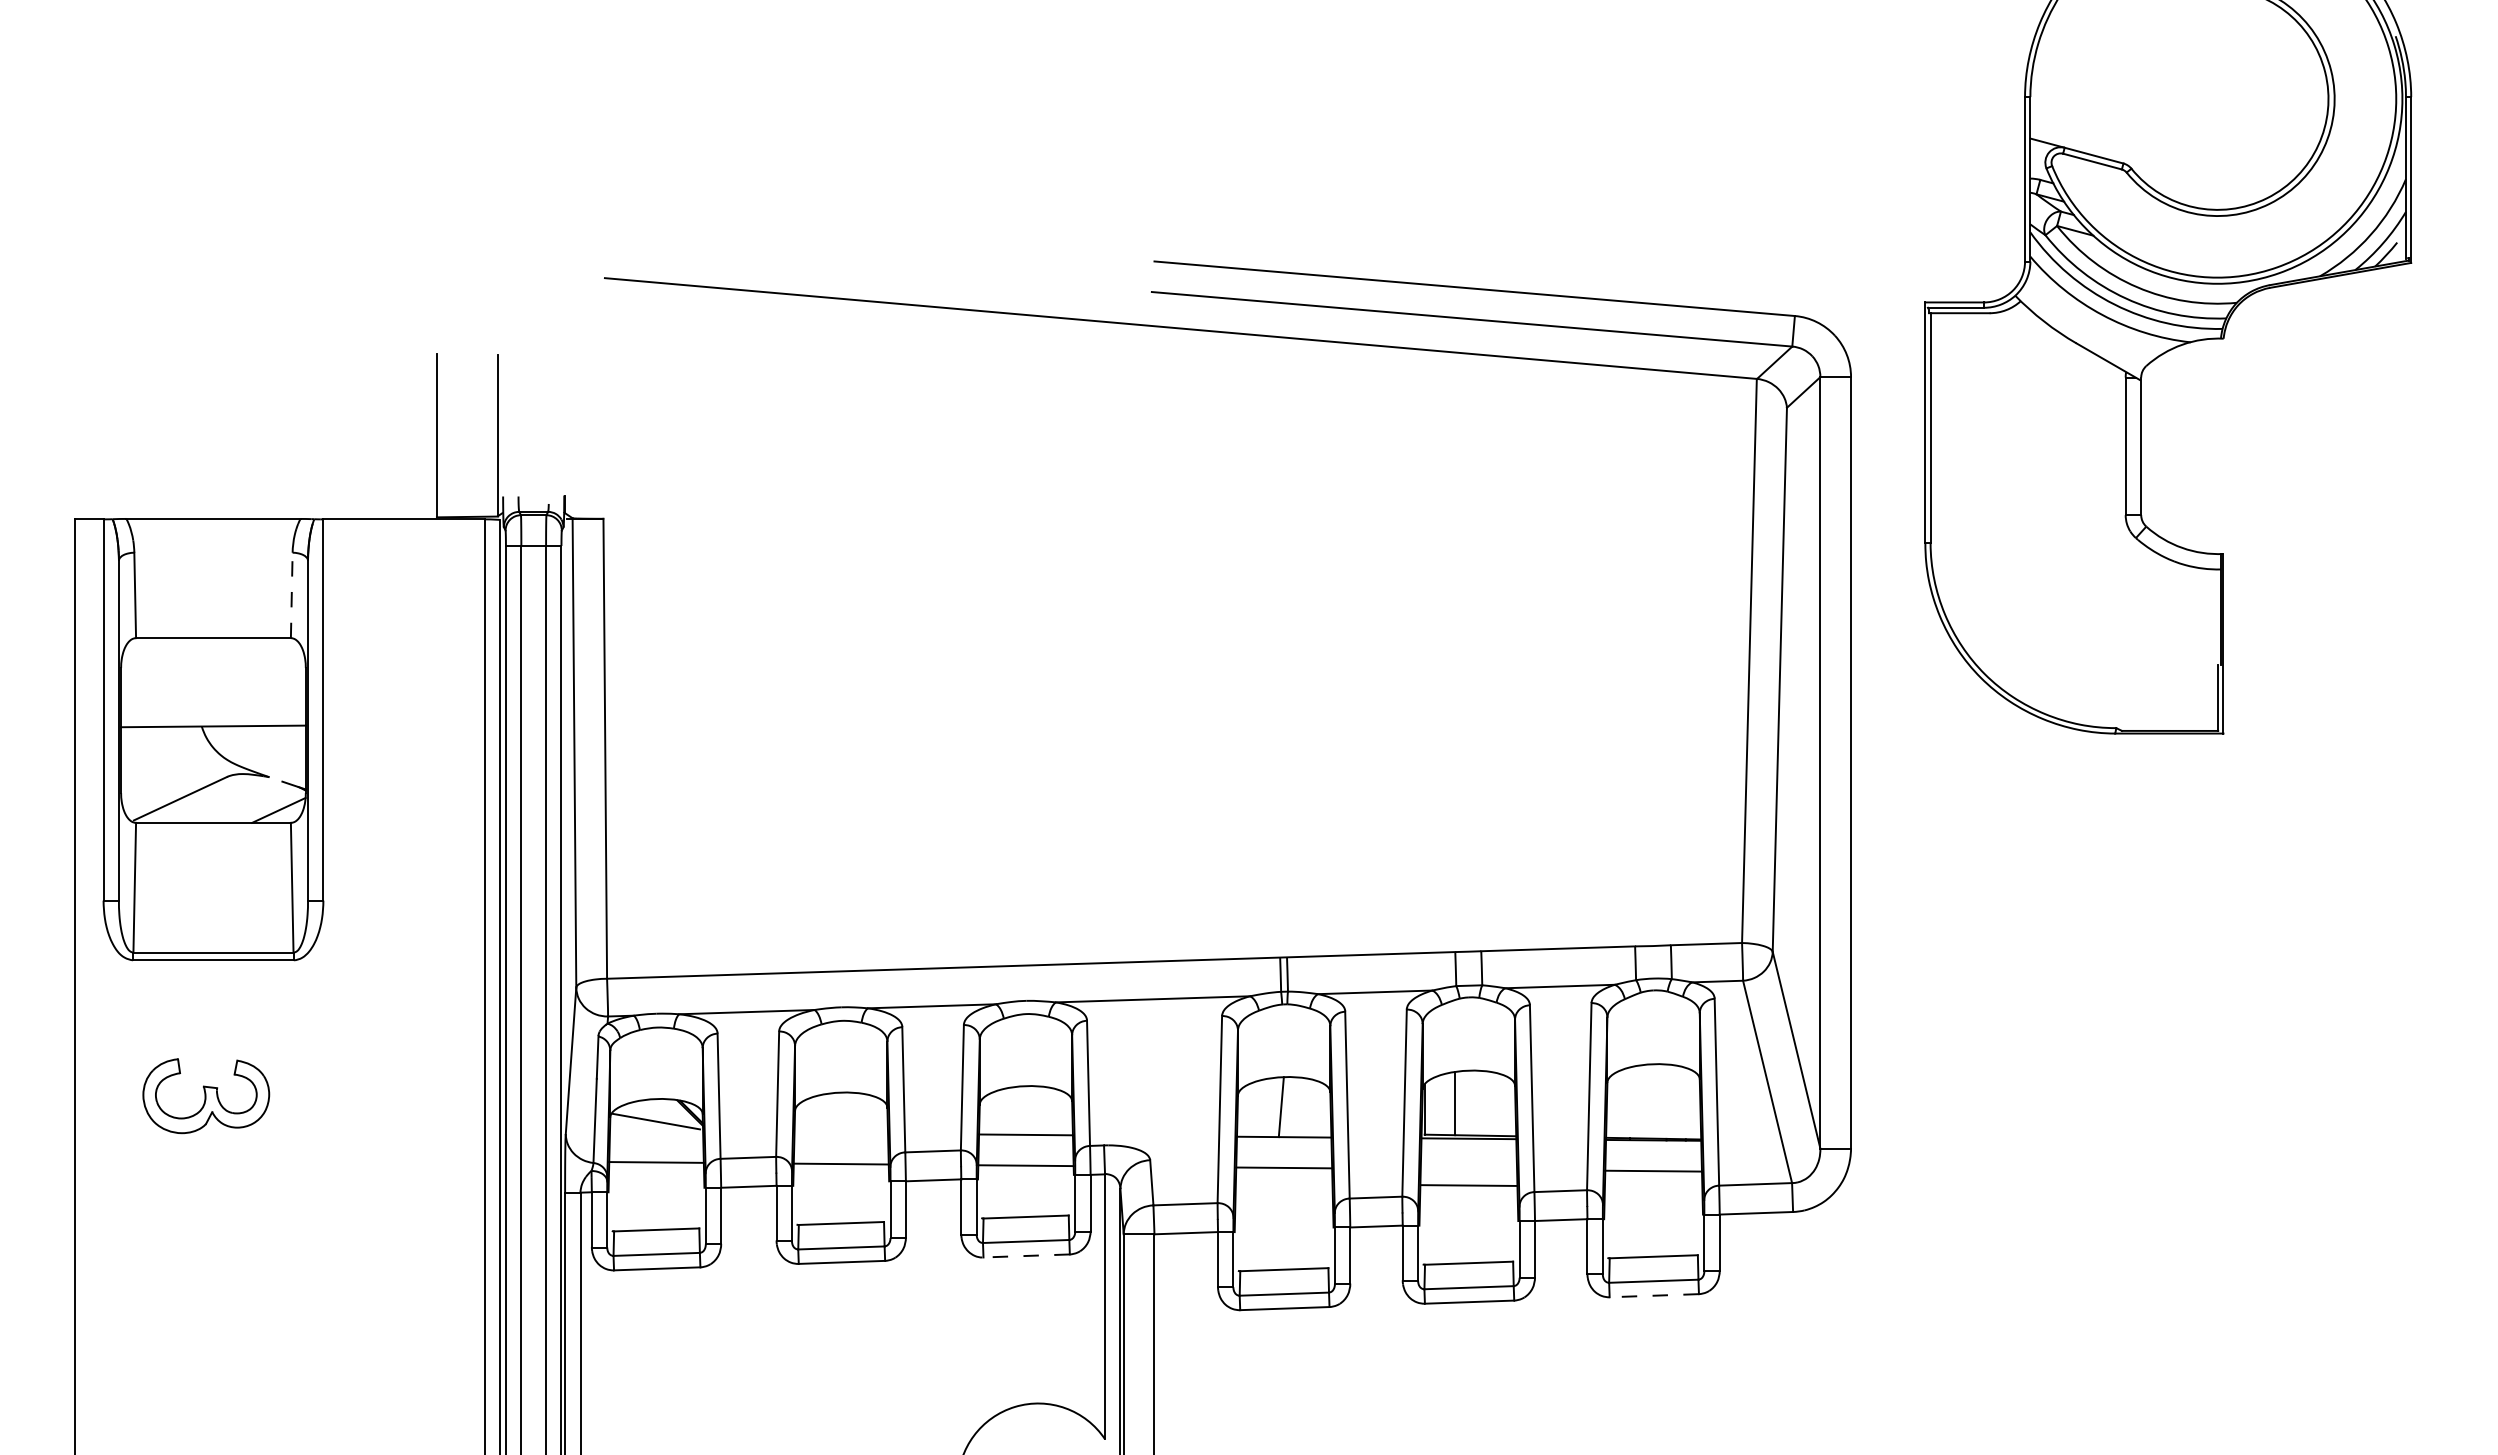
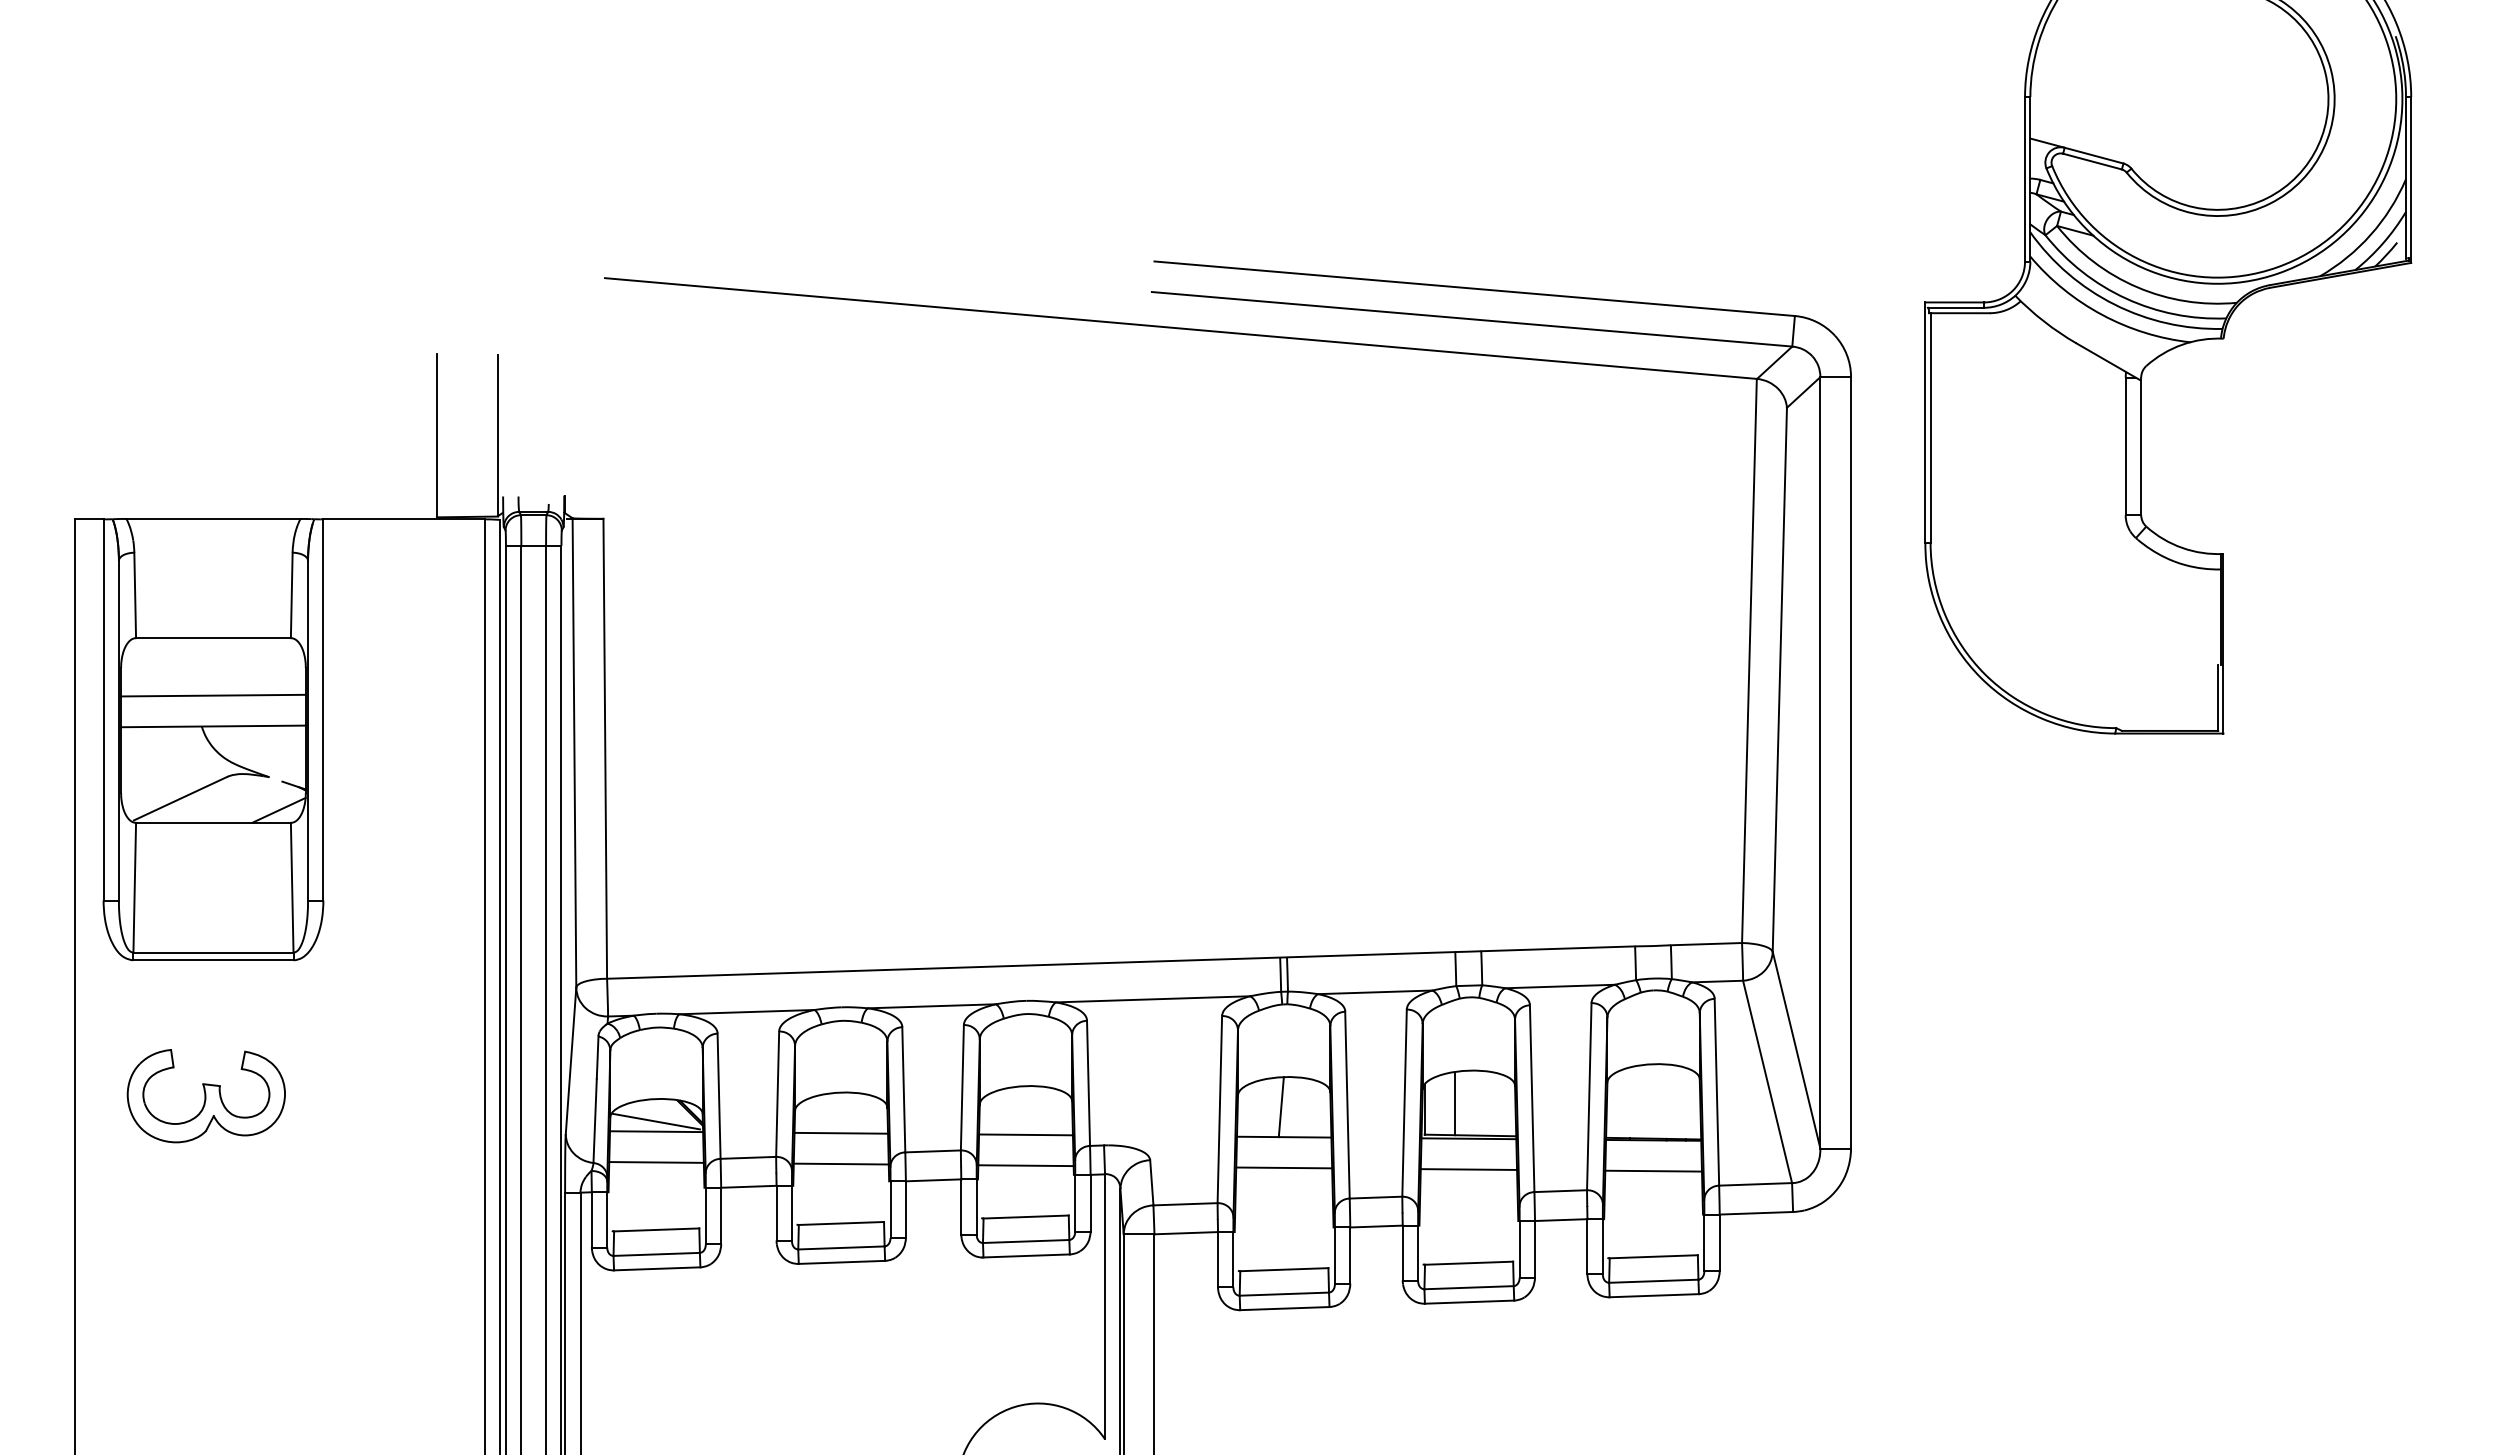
line at (291, 595): dashed -> solid
line at (213, 695): none -> present
part at (206, 1096) size: 129x77 px -> 160x95 px
line at (656, 1131): none -> present
line at (841, 1132): none -> present
line at (1468, 1185) position: (1468, 1185) -> (1468, 1169)
line at (1026, 1255): dashed -> solid
line at (1654, 1295): dashed -> solid
